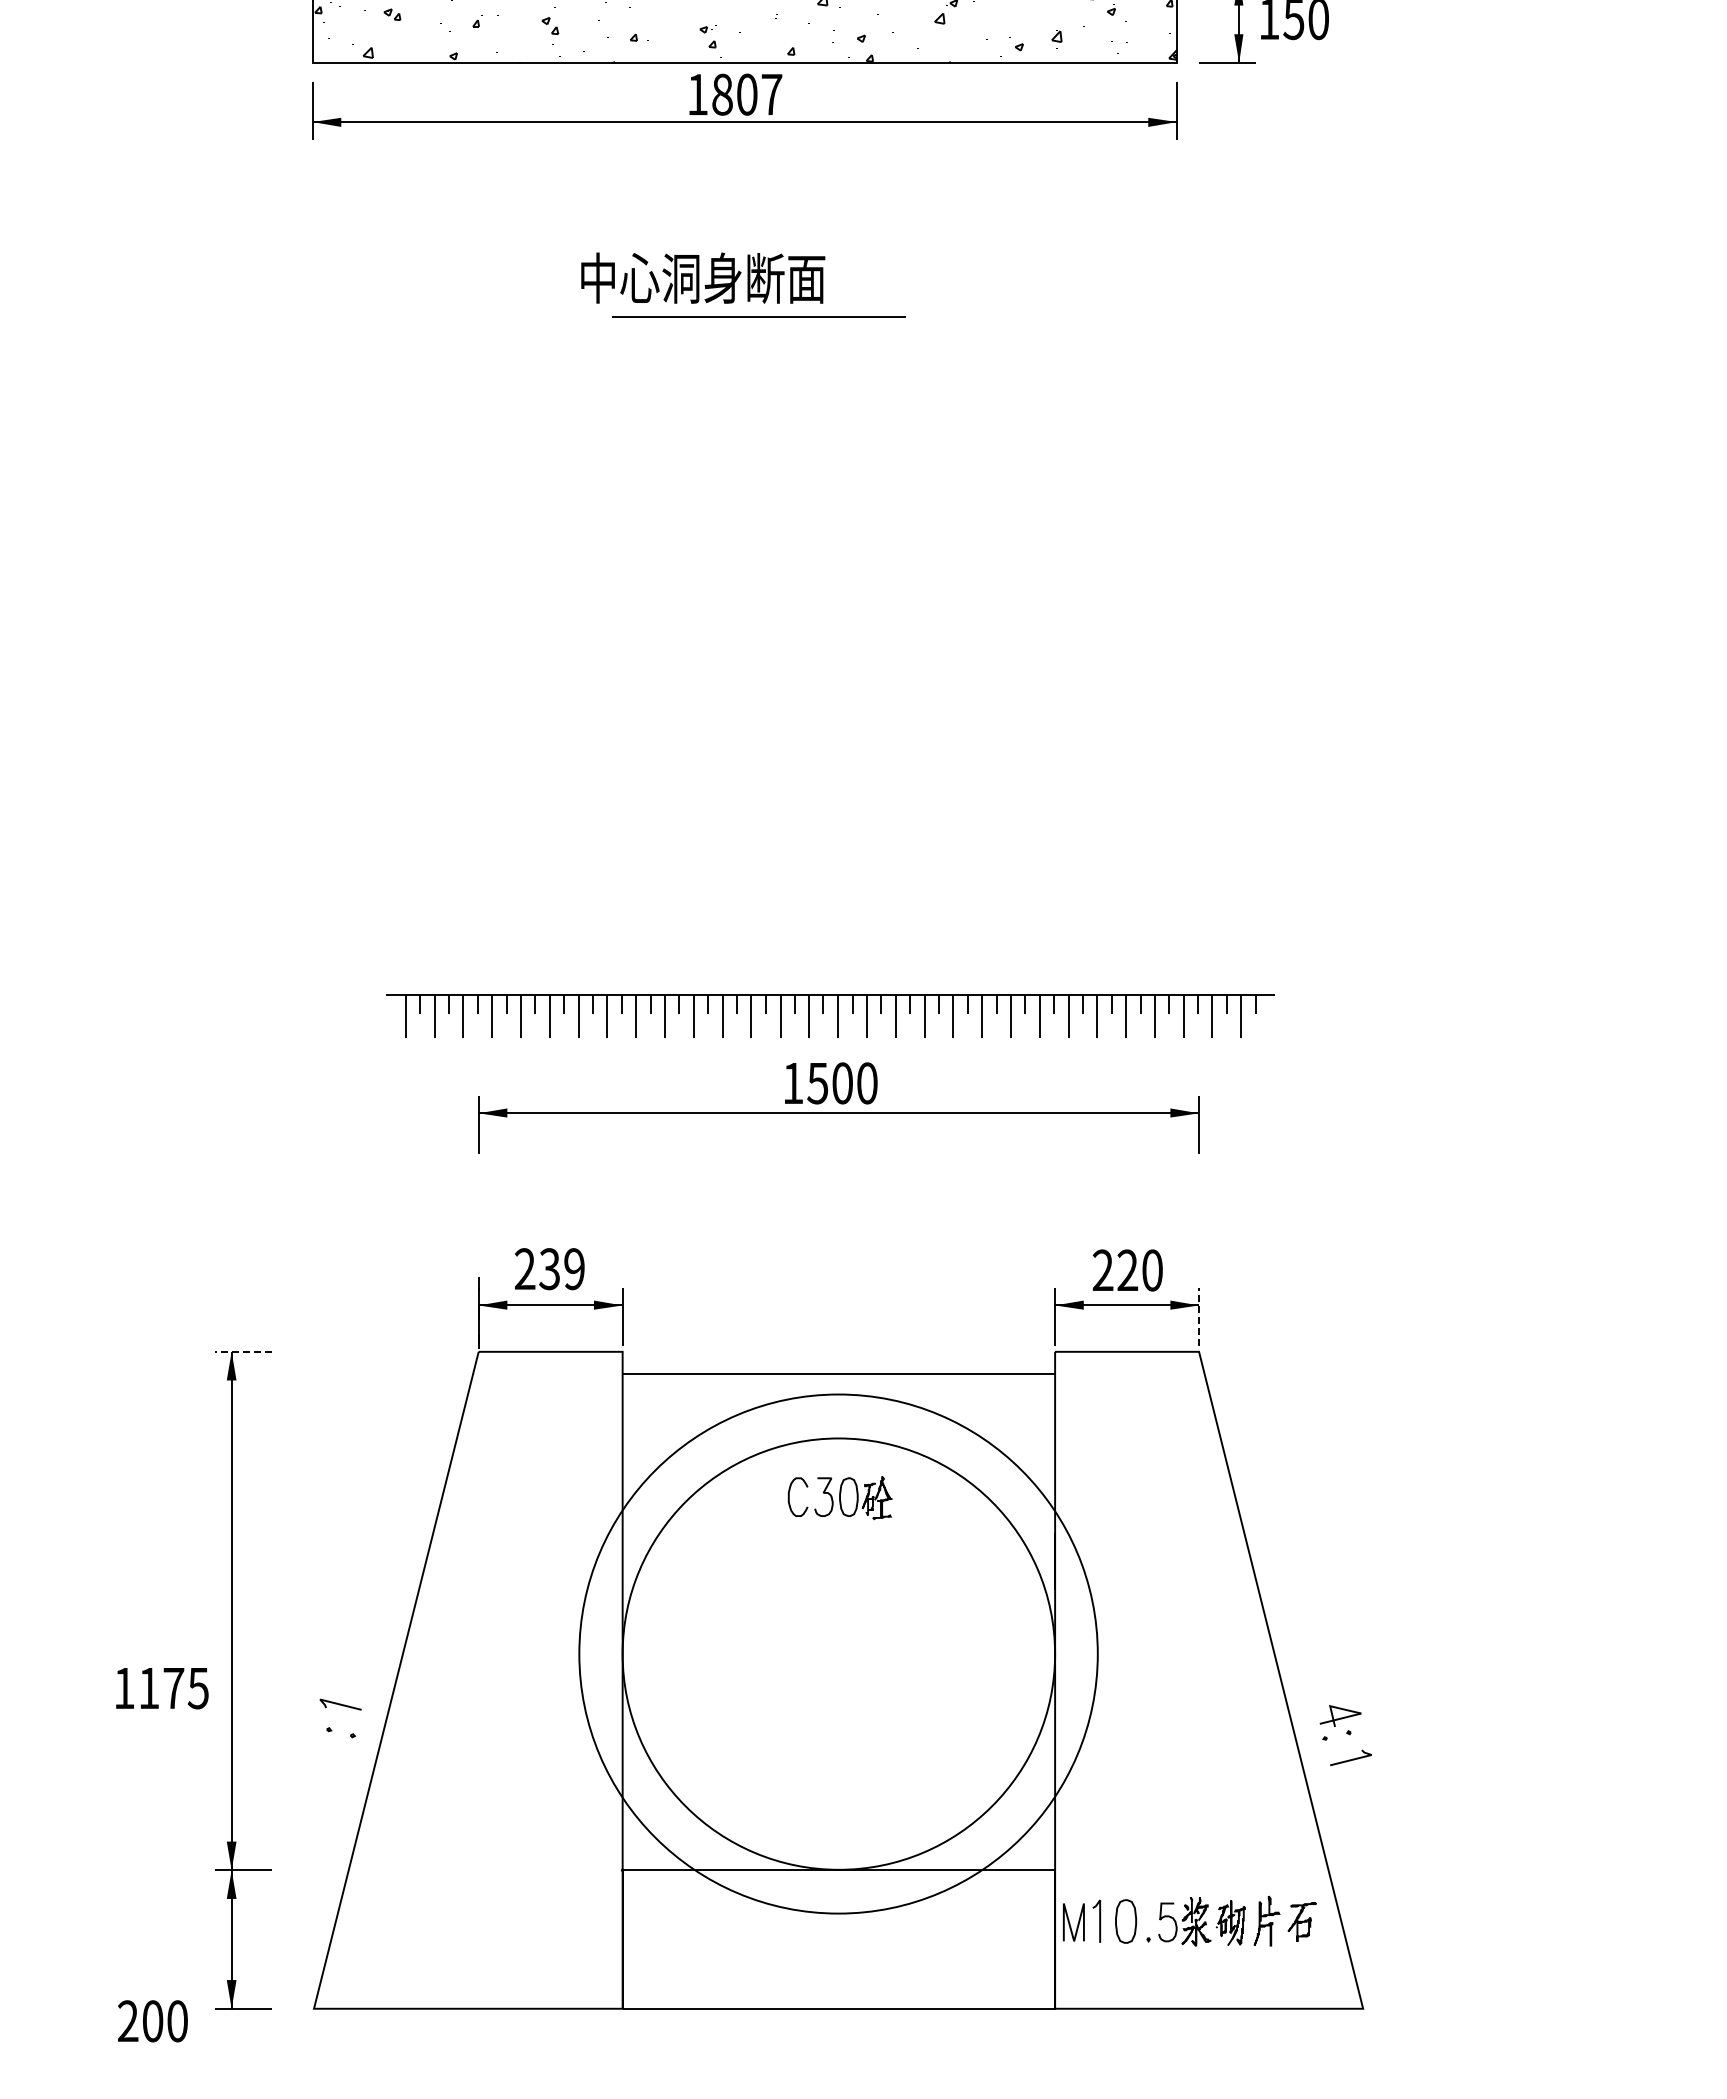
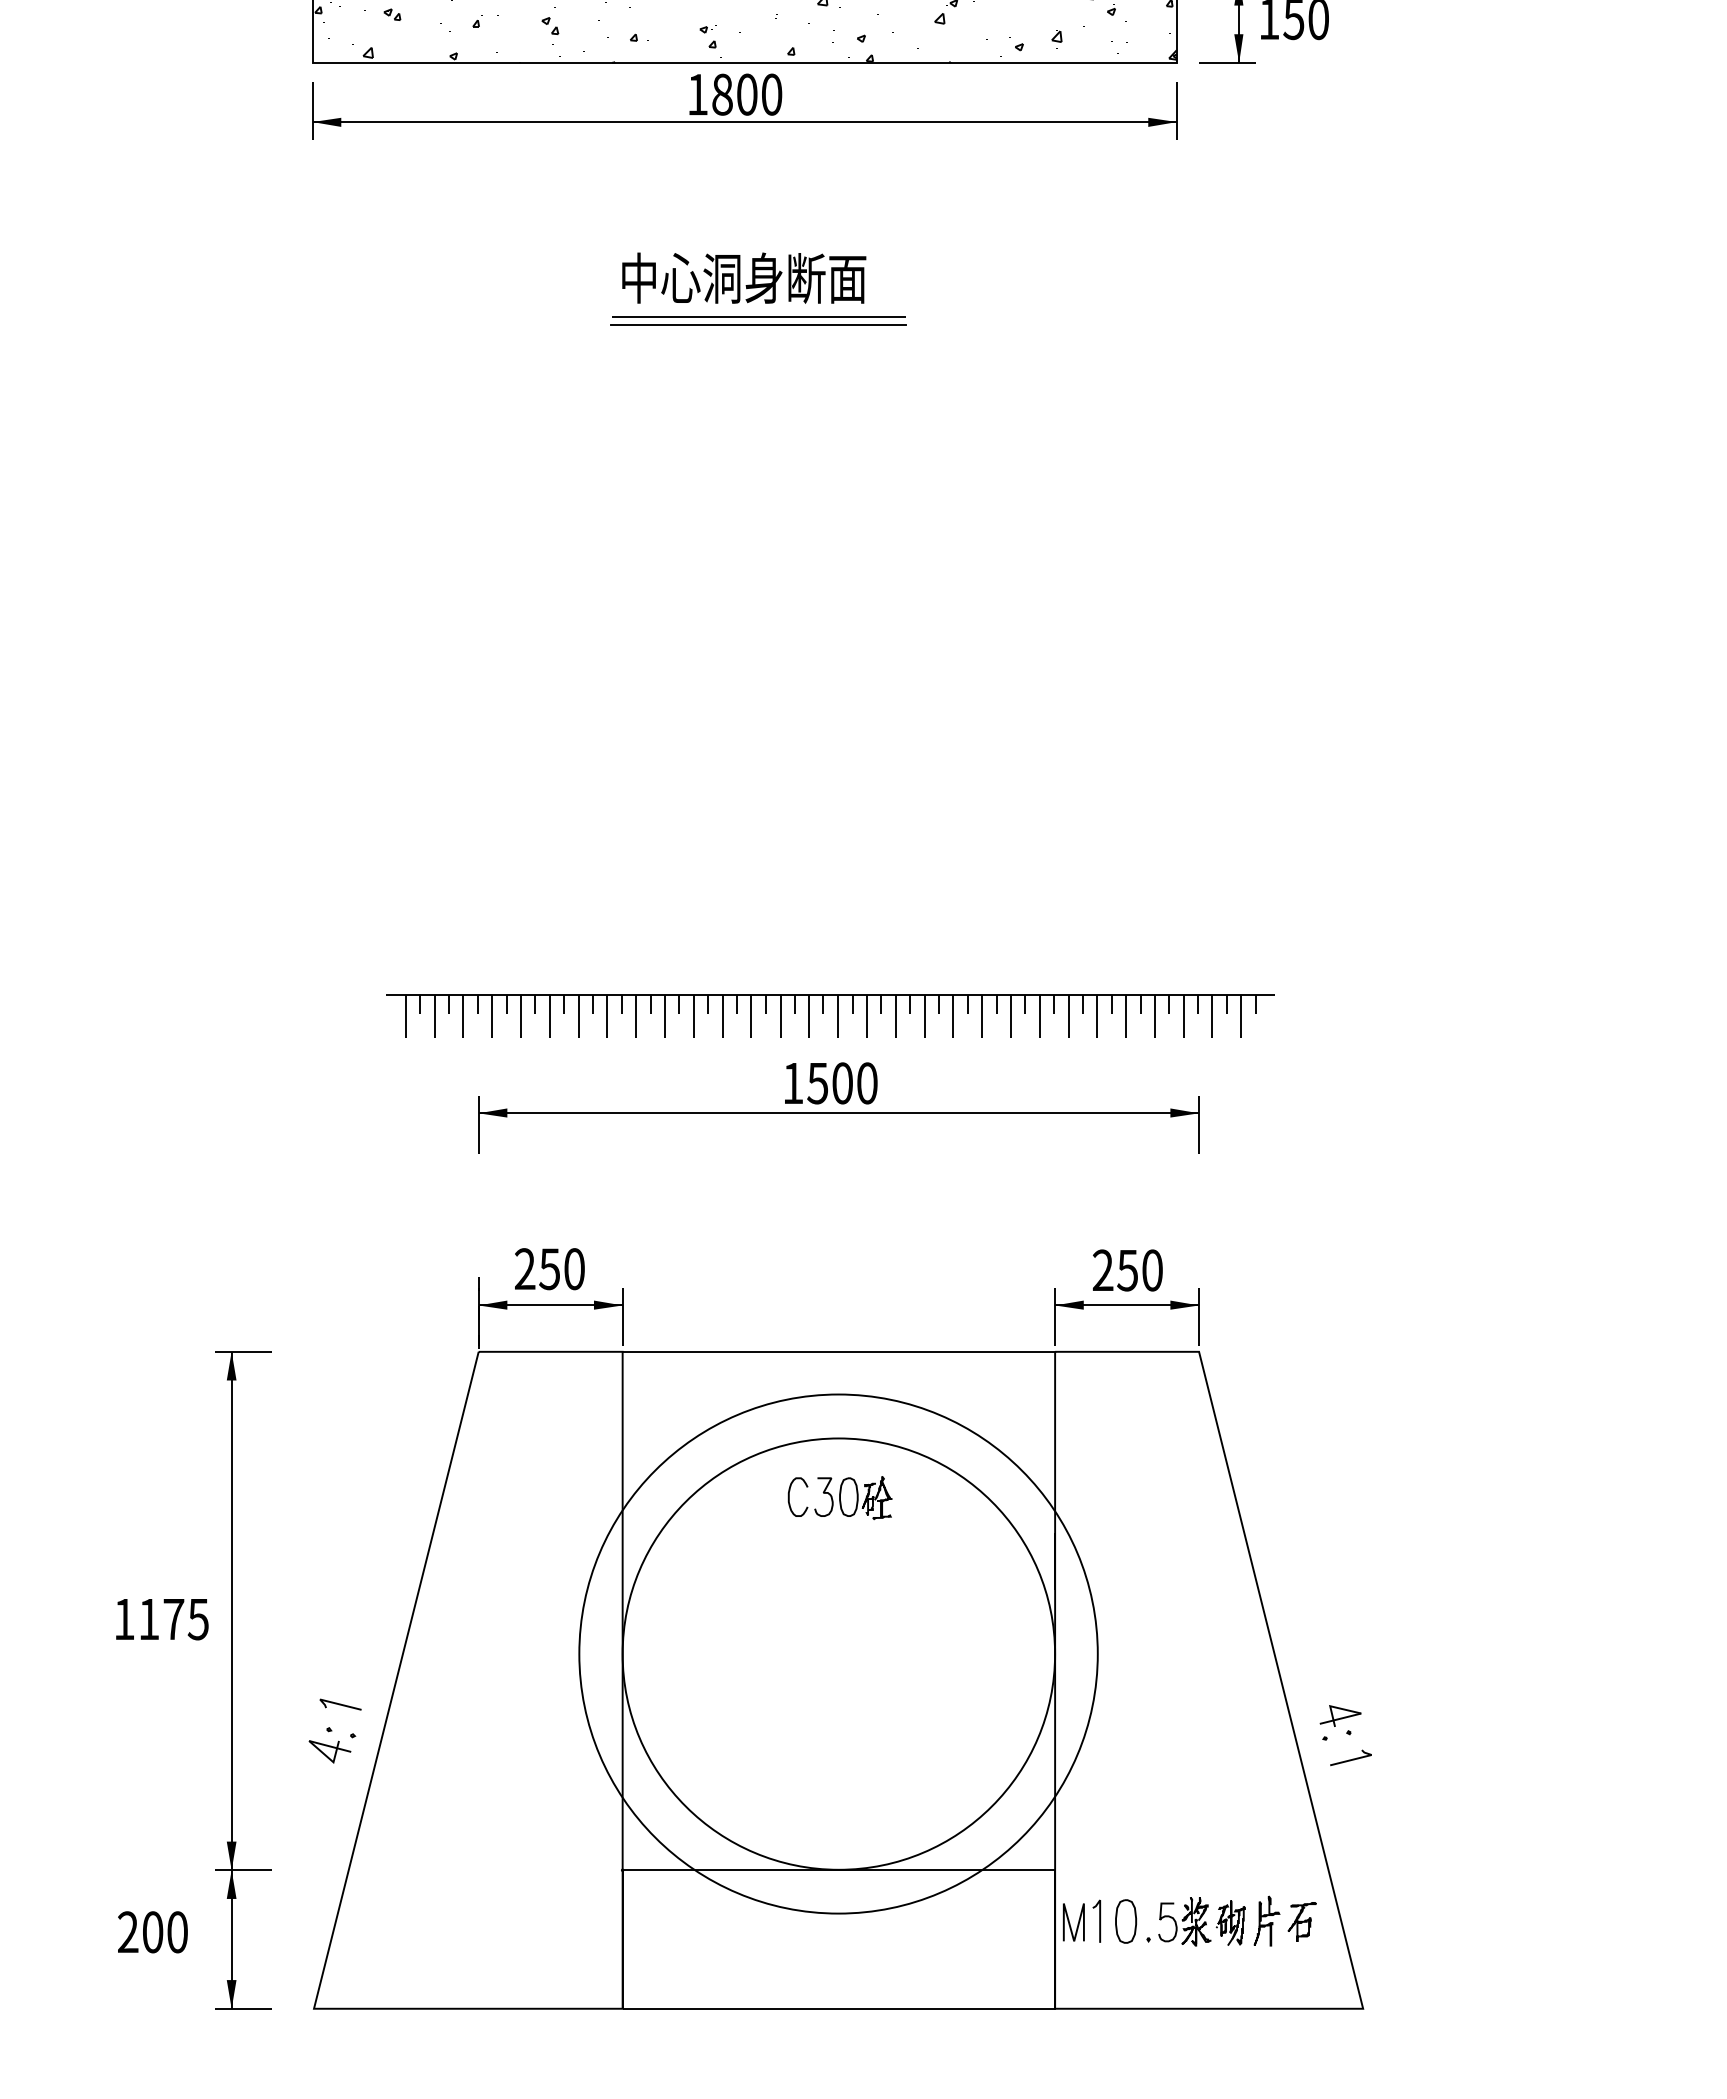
text at (771, 94): 1807 -> 1800
text at (703, 277) position: (703, 277) -> (744, 277)
line at (758, 324): none -> present
text at (561, 1269): 239 -> 250
text at (1127, 1270): 220 -> 250
line at (1199, 1316): dashed -> solid
line at (243, 1351): dashed -> solid
line at (838, 1373) position: (838, 1373) -> (838, 1351)
text at (162, 1688) position: (162, 1688) -> (162, 1619)
part at (329, 1751): none -> present
text at (152, 2021) position: (152, 2021) -> (152, 1932)
